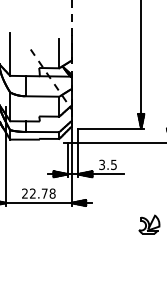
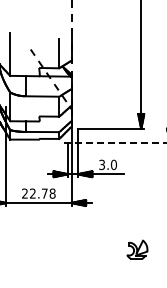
line at (115, 142): solid -> dashed
text at (113, 164): 3.5 -> 3.0
part at (149, 224) position: (149, 224) -> (137, 249)
